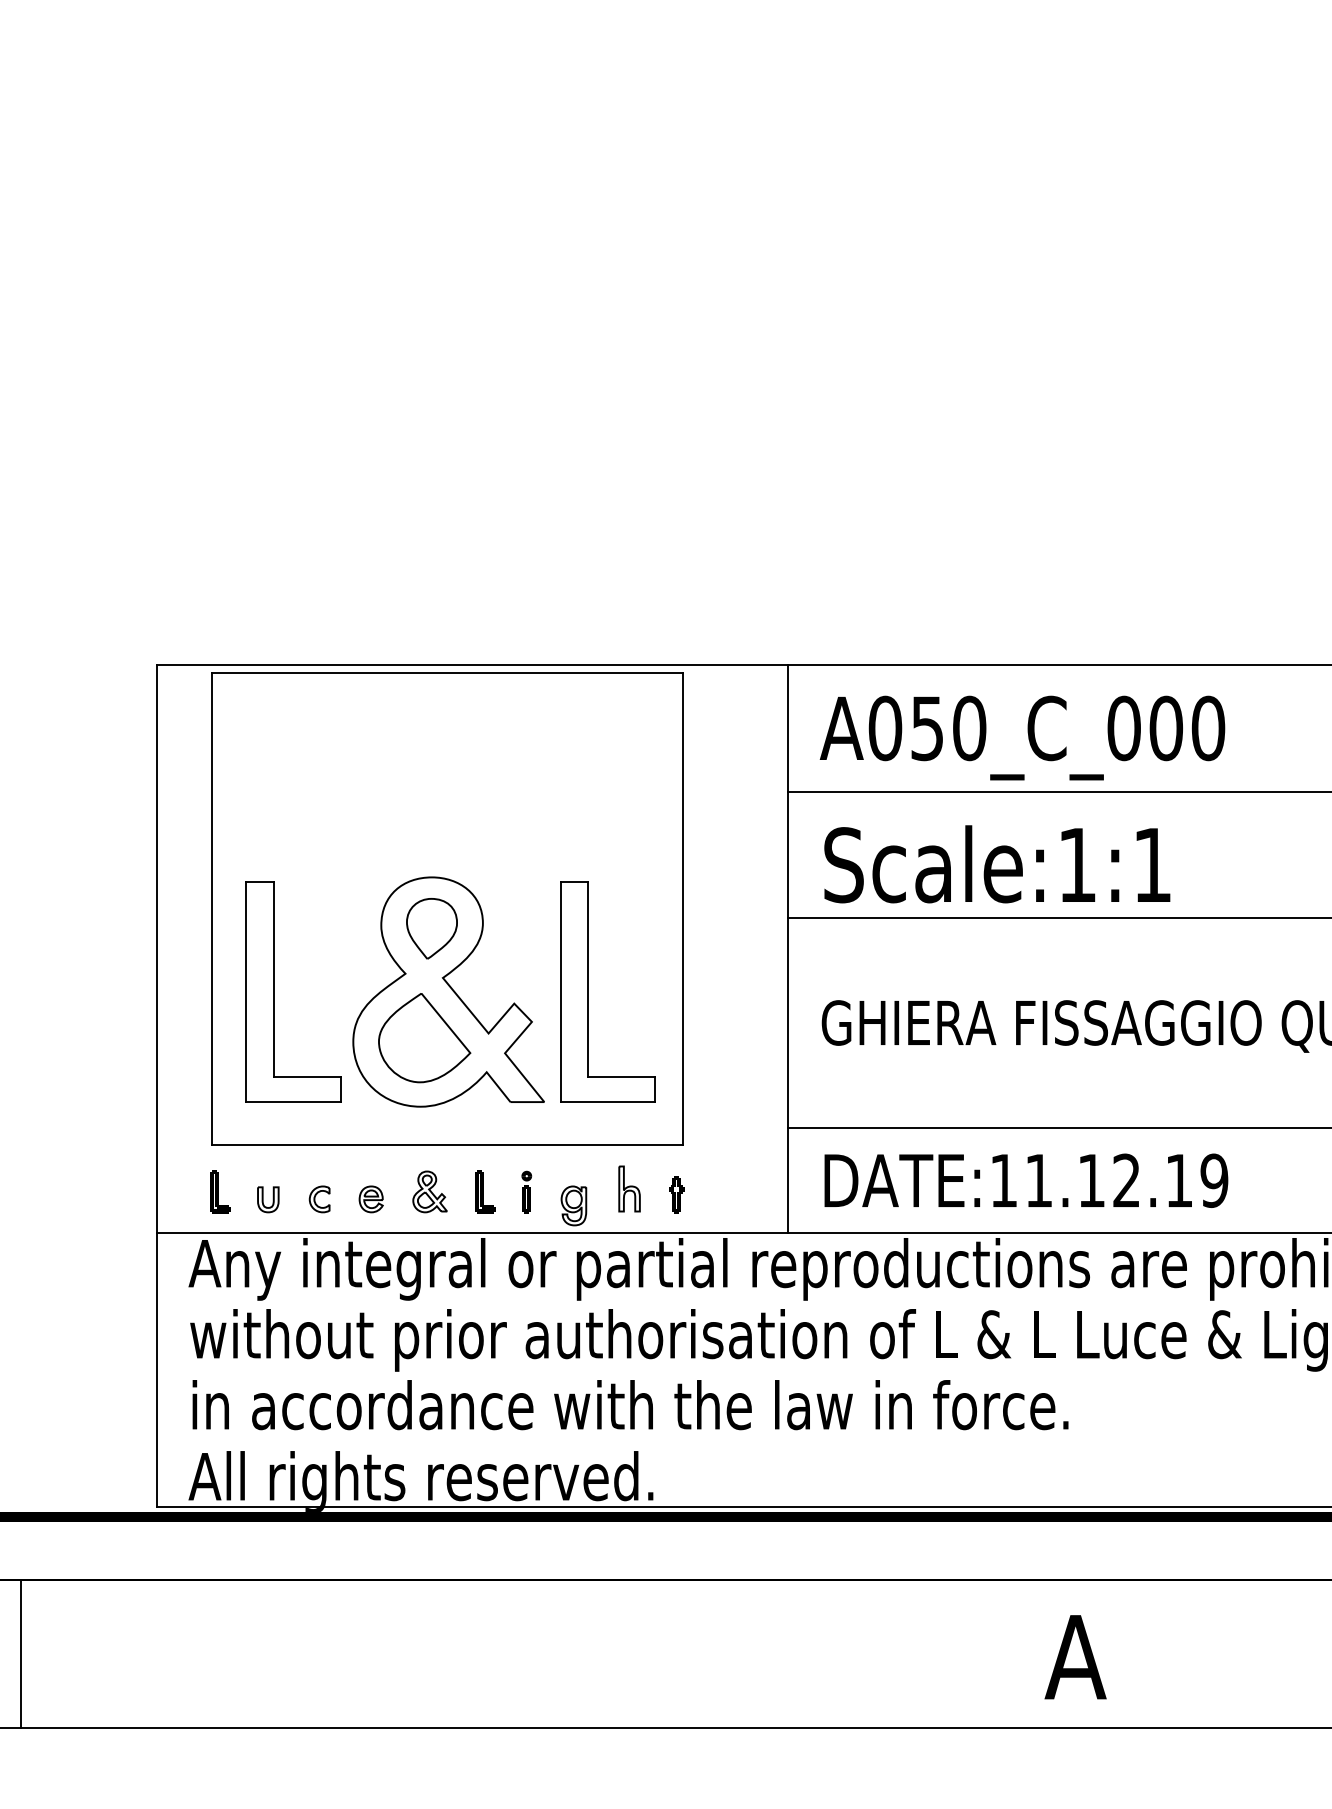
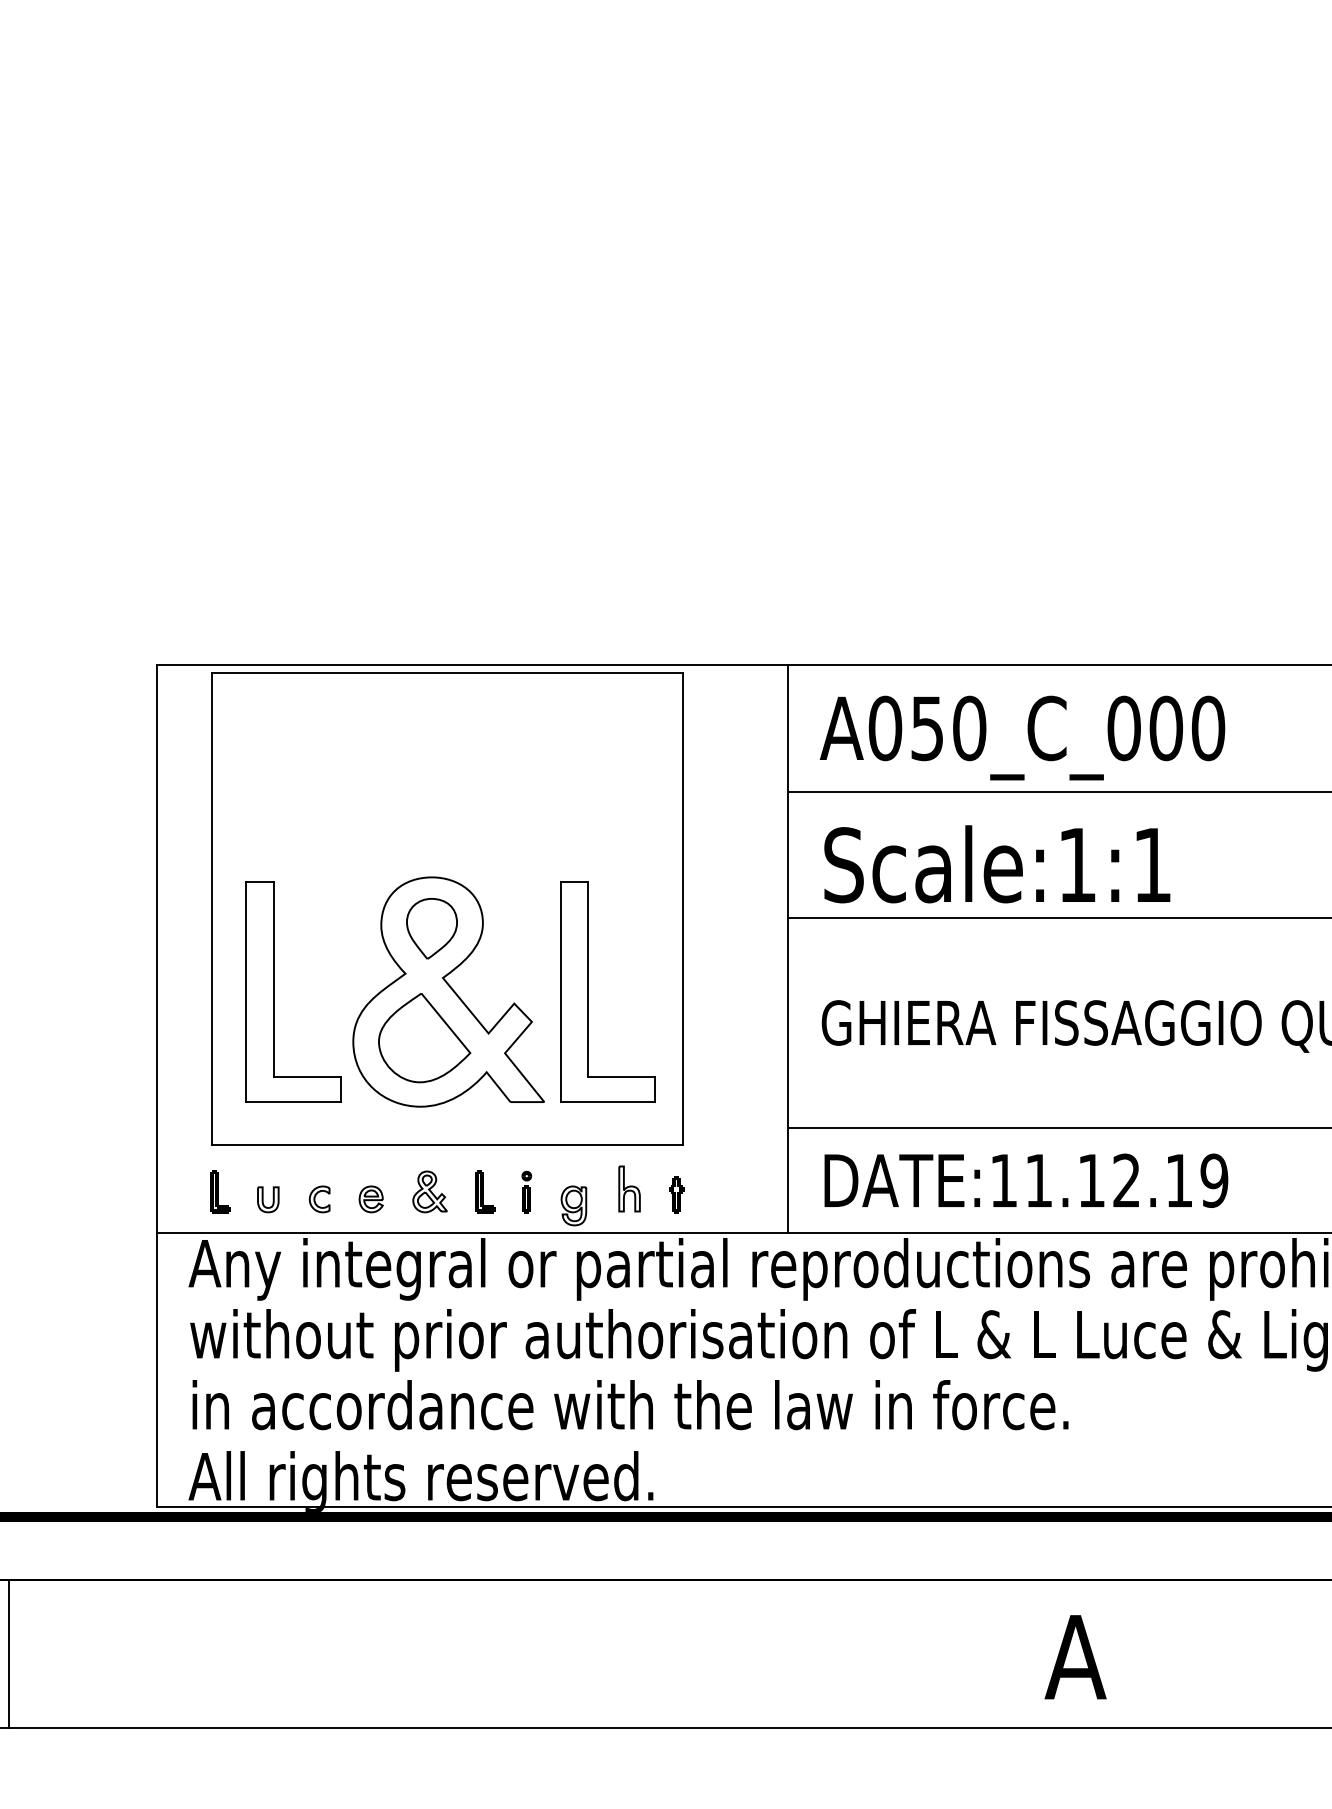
line at (21, 1653) position: (21, 1653) -> (9, 1653)
